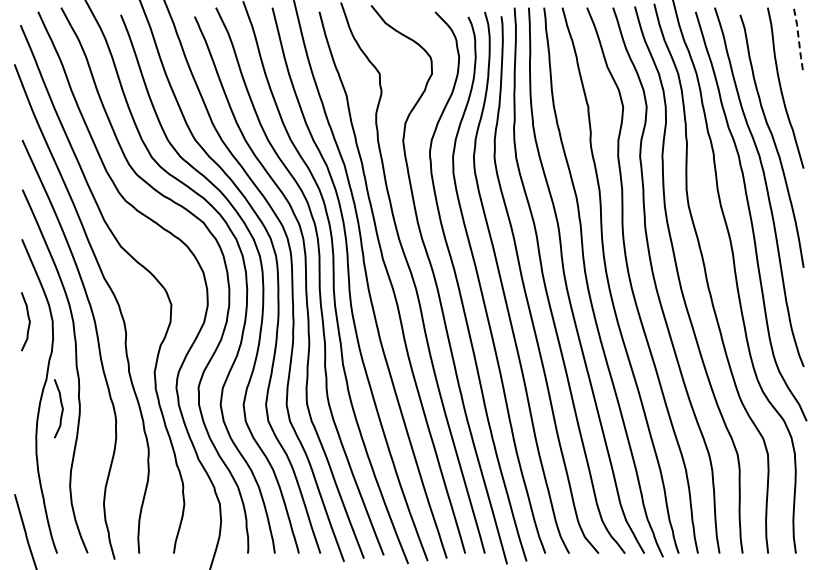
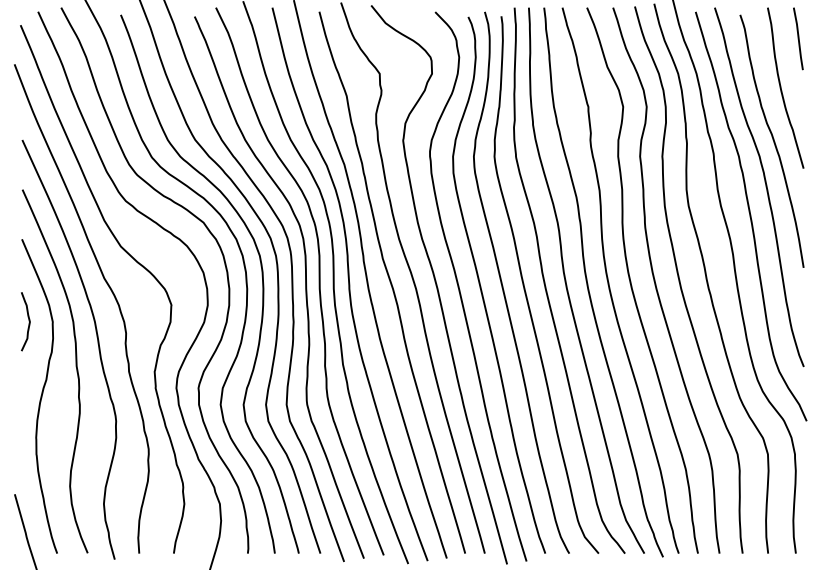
line at (798, 38): dashed -> solid
curve at (61, 408): present -> none
